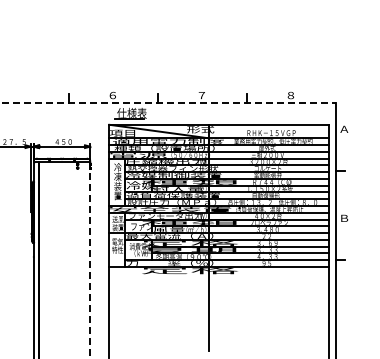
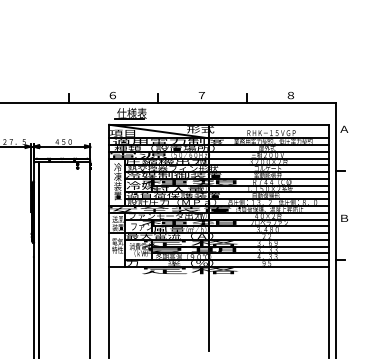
line at (168, 102): dashed -> solid
line at (90, 261): dashed -> solid
